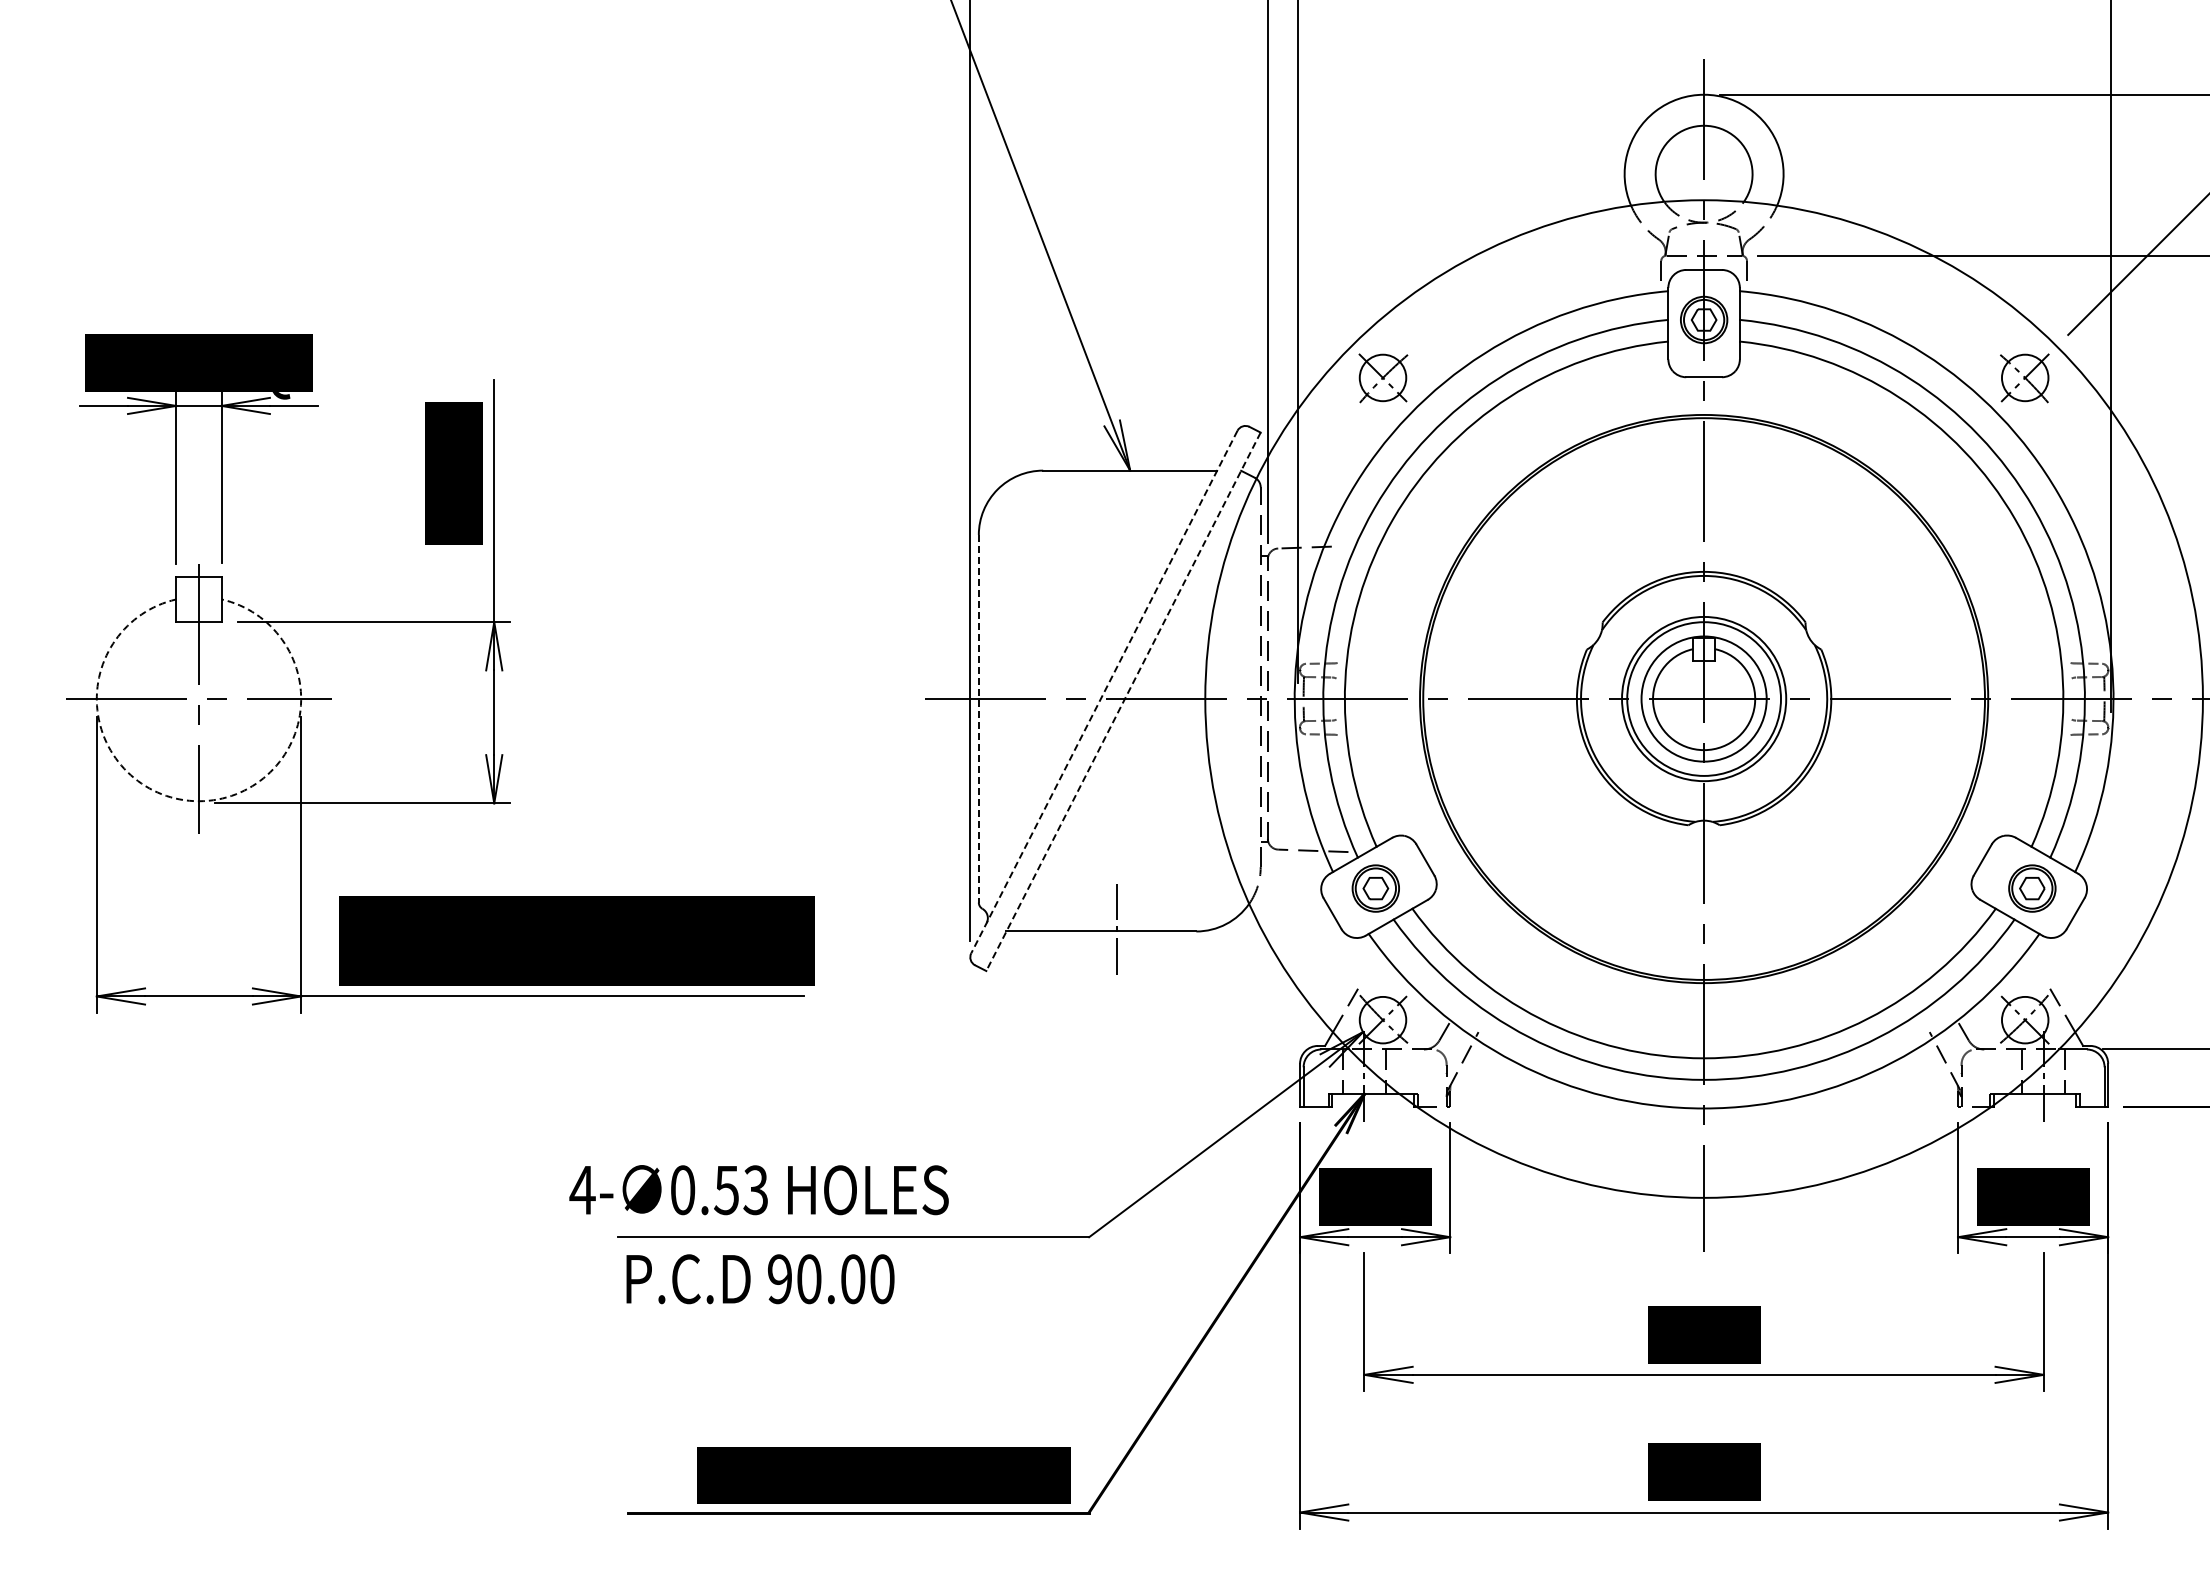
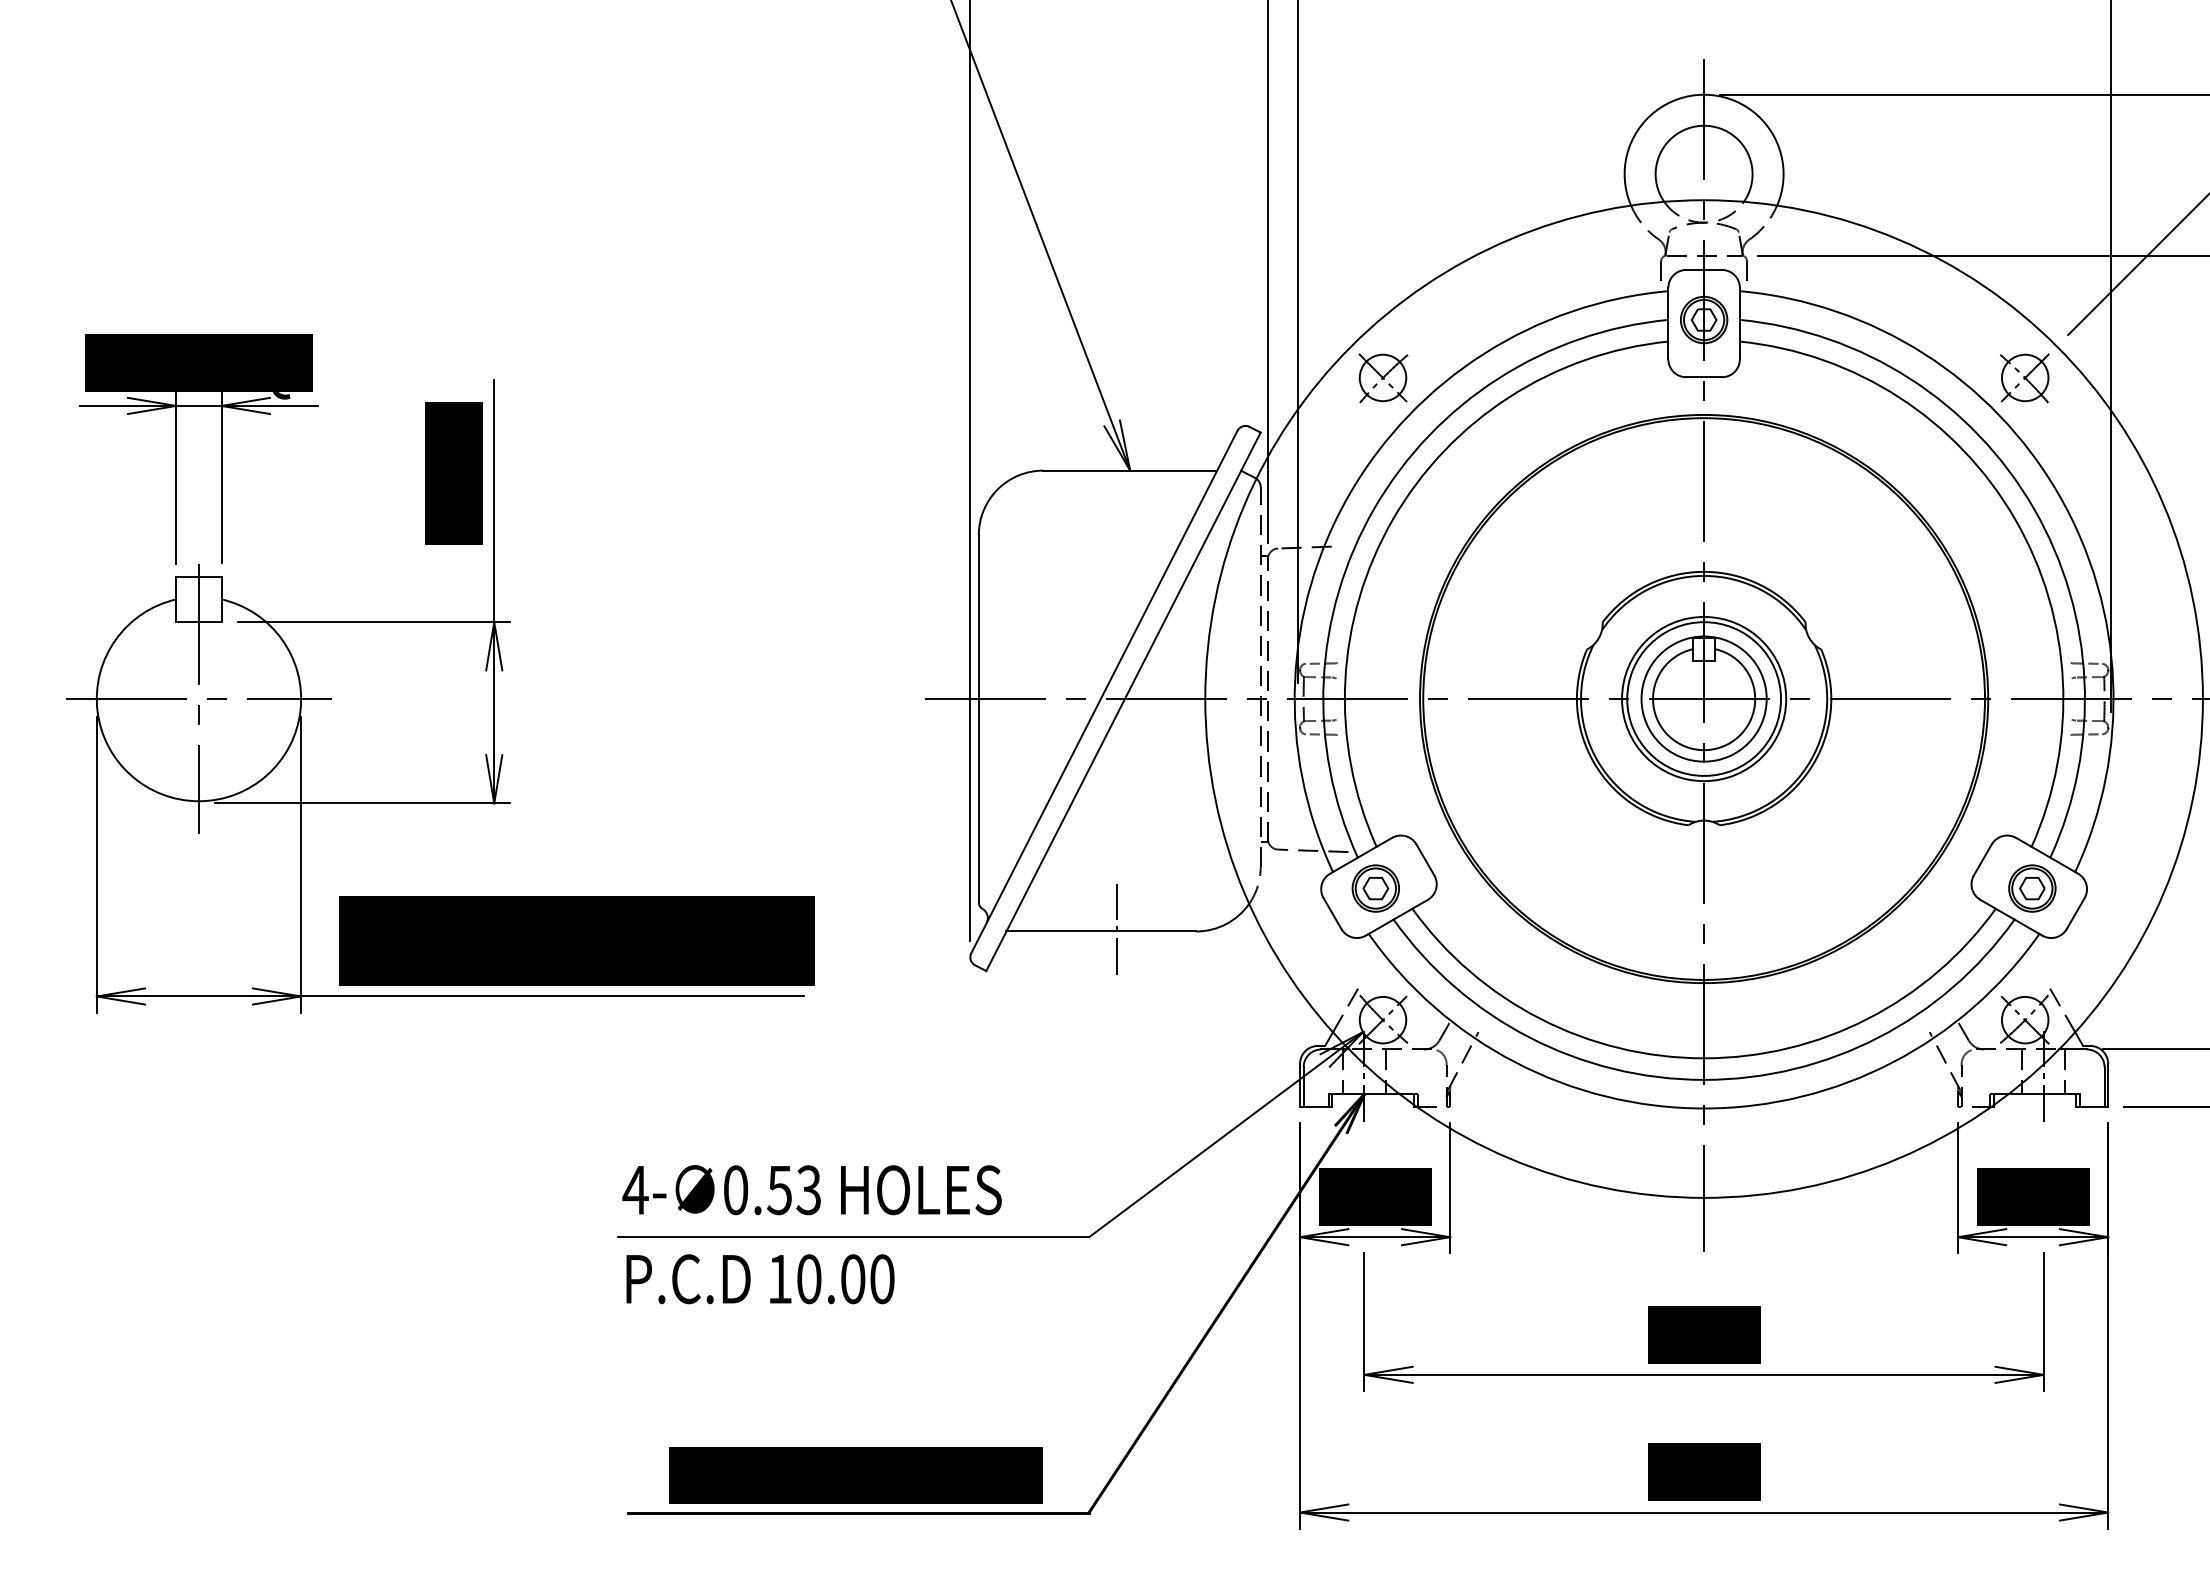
line at (1104, 692): dashed -> solid
line at (1123, 702): dashed -> solid
line at (978, 718): dashed -> solid
arc at (198, 801): dashed -> solid
text at (758, 1190) position: (758, 1190) -> (811, 1190)
text at (779, 1279): 90.00 -> 10.00
text at (883, 1475) position: (883, 1475) -> (855, 1475)
